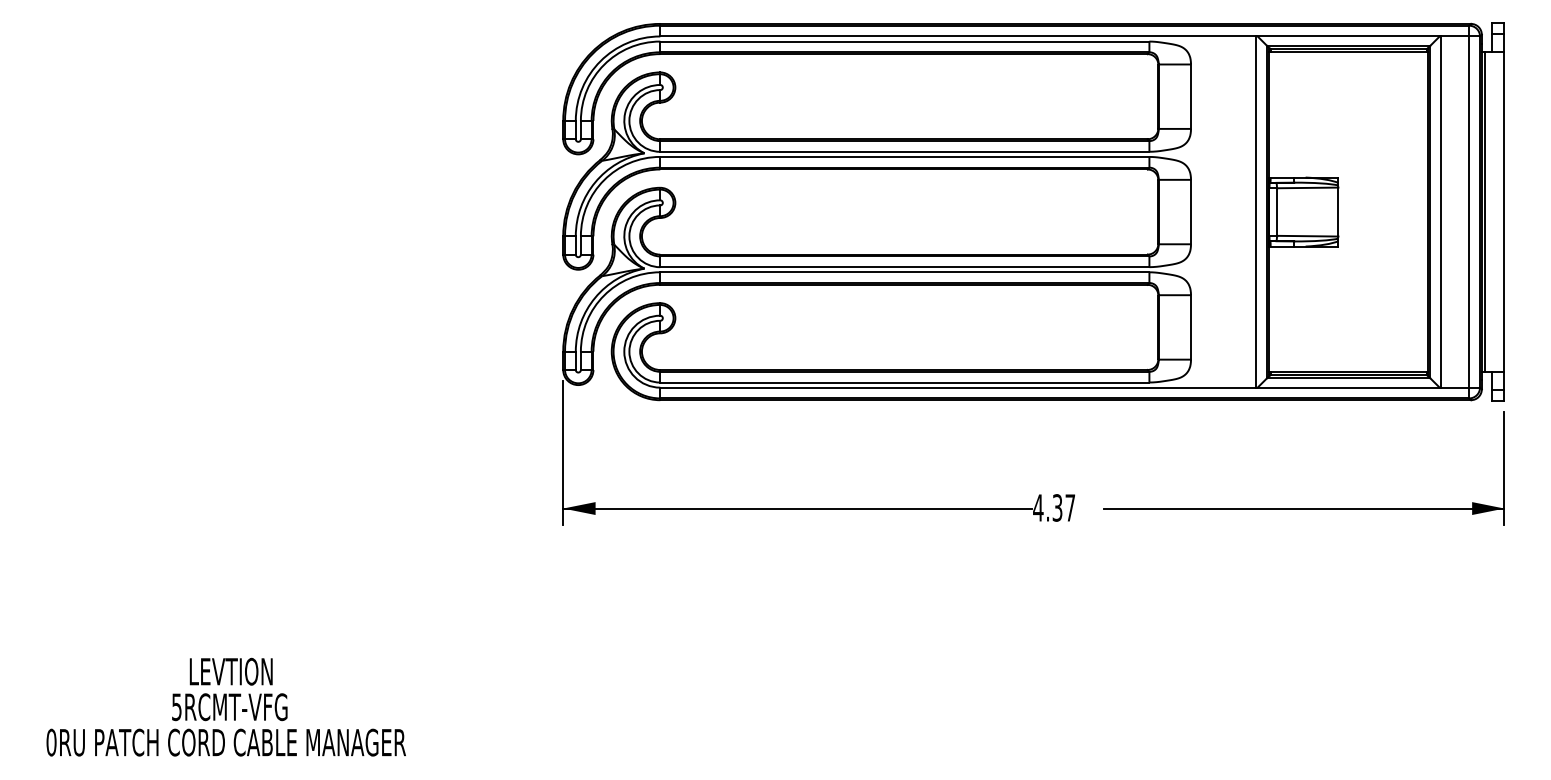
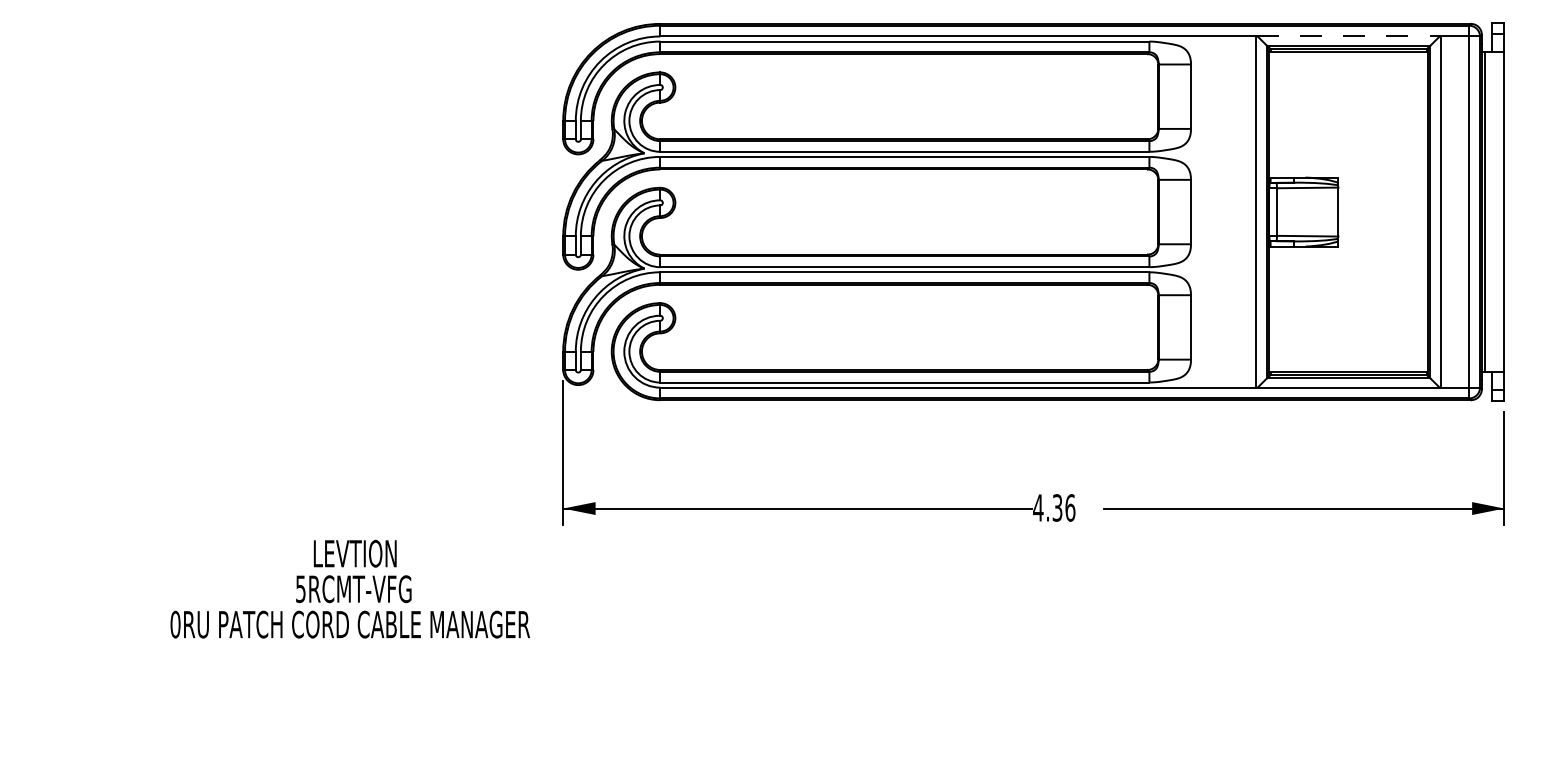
line at (1348, 35): solid -> dashed
text at (1070, 507): 4.37 -> 4.36
text at (225, 706) position: (225, 706) -> (349, 588)
